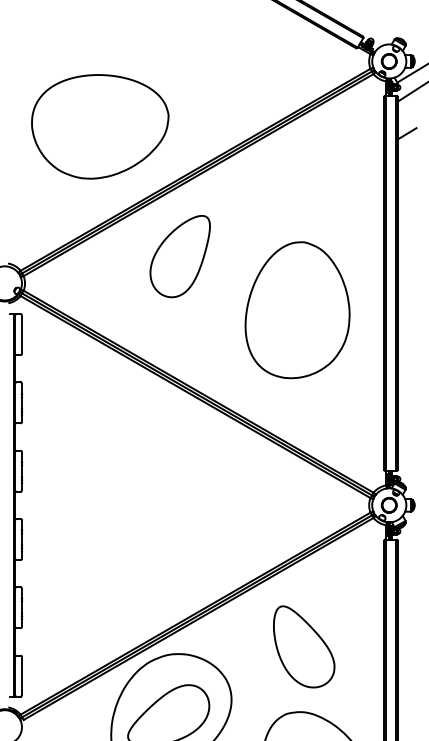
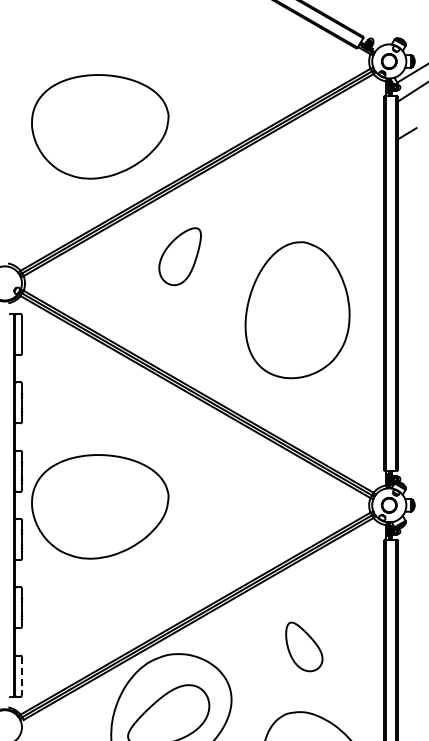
part at (179, 256) size: 62x84 px -> 44x60 px
part at (100, 506): none -> present
part at (304, 646) size: 63x84 px -> 39x52 px
line at (21, 676): solid -> dashed
